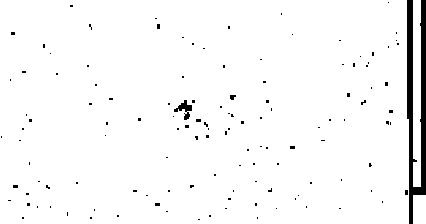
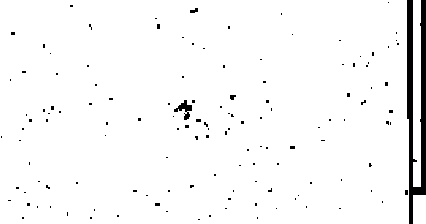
part at (193, 10): none -> present
part at (51, 113): none -> present
part at (20, 189) size: 16x10 px -> 10x6 px
